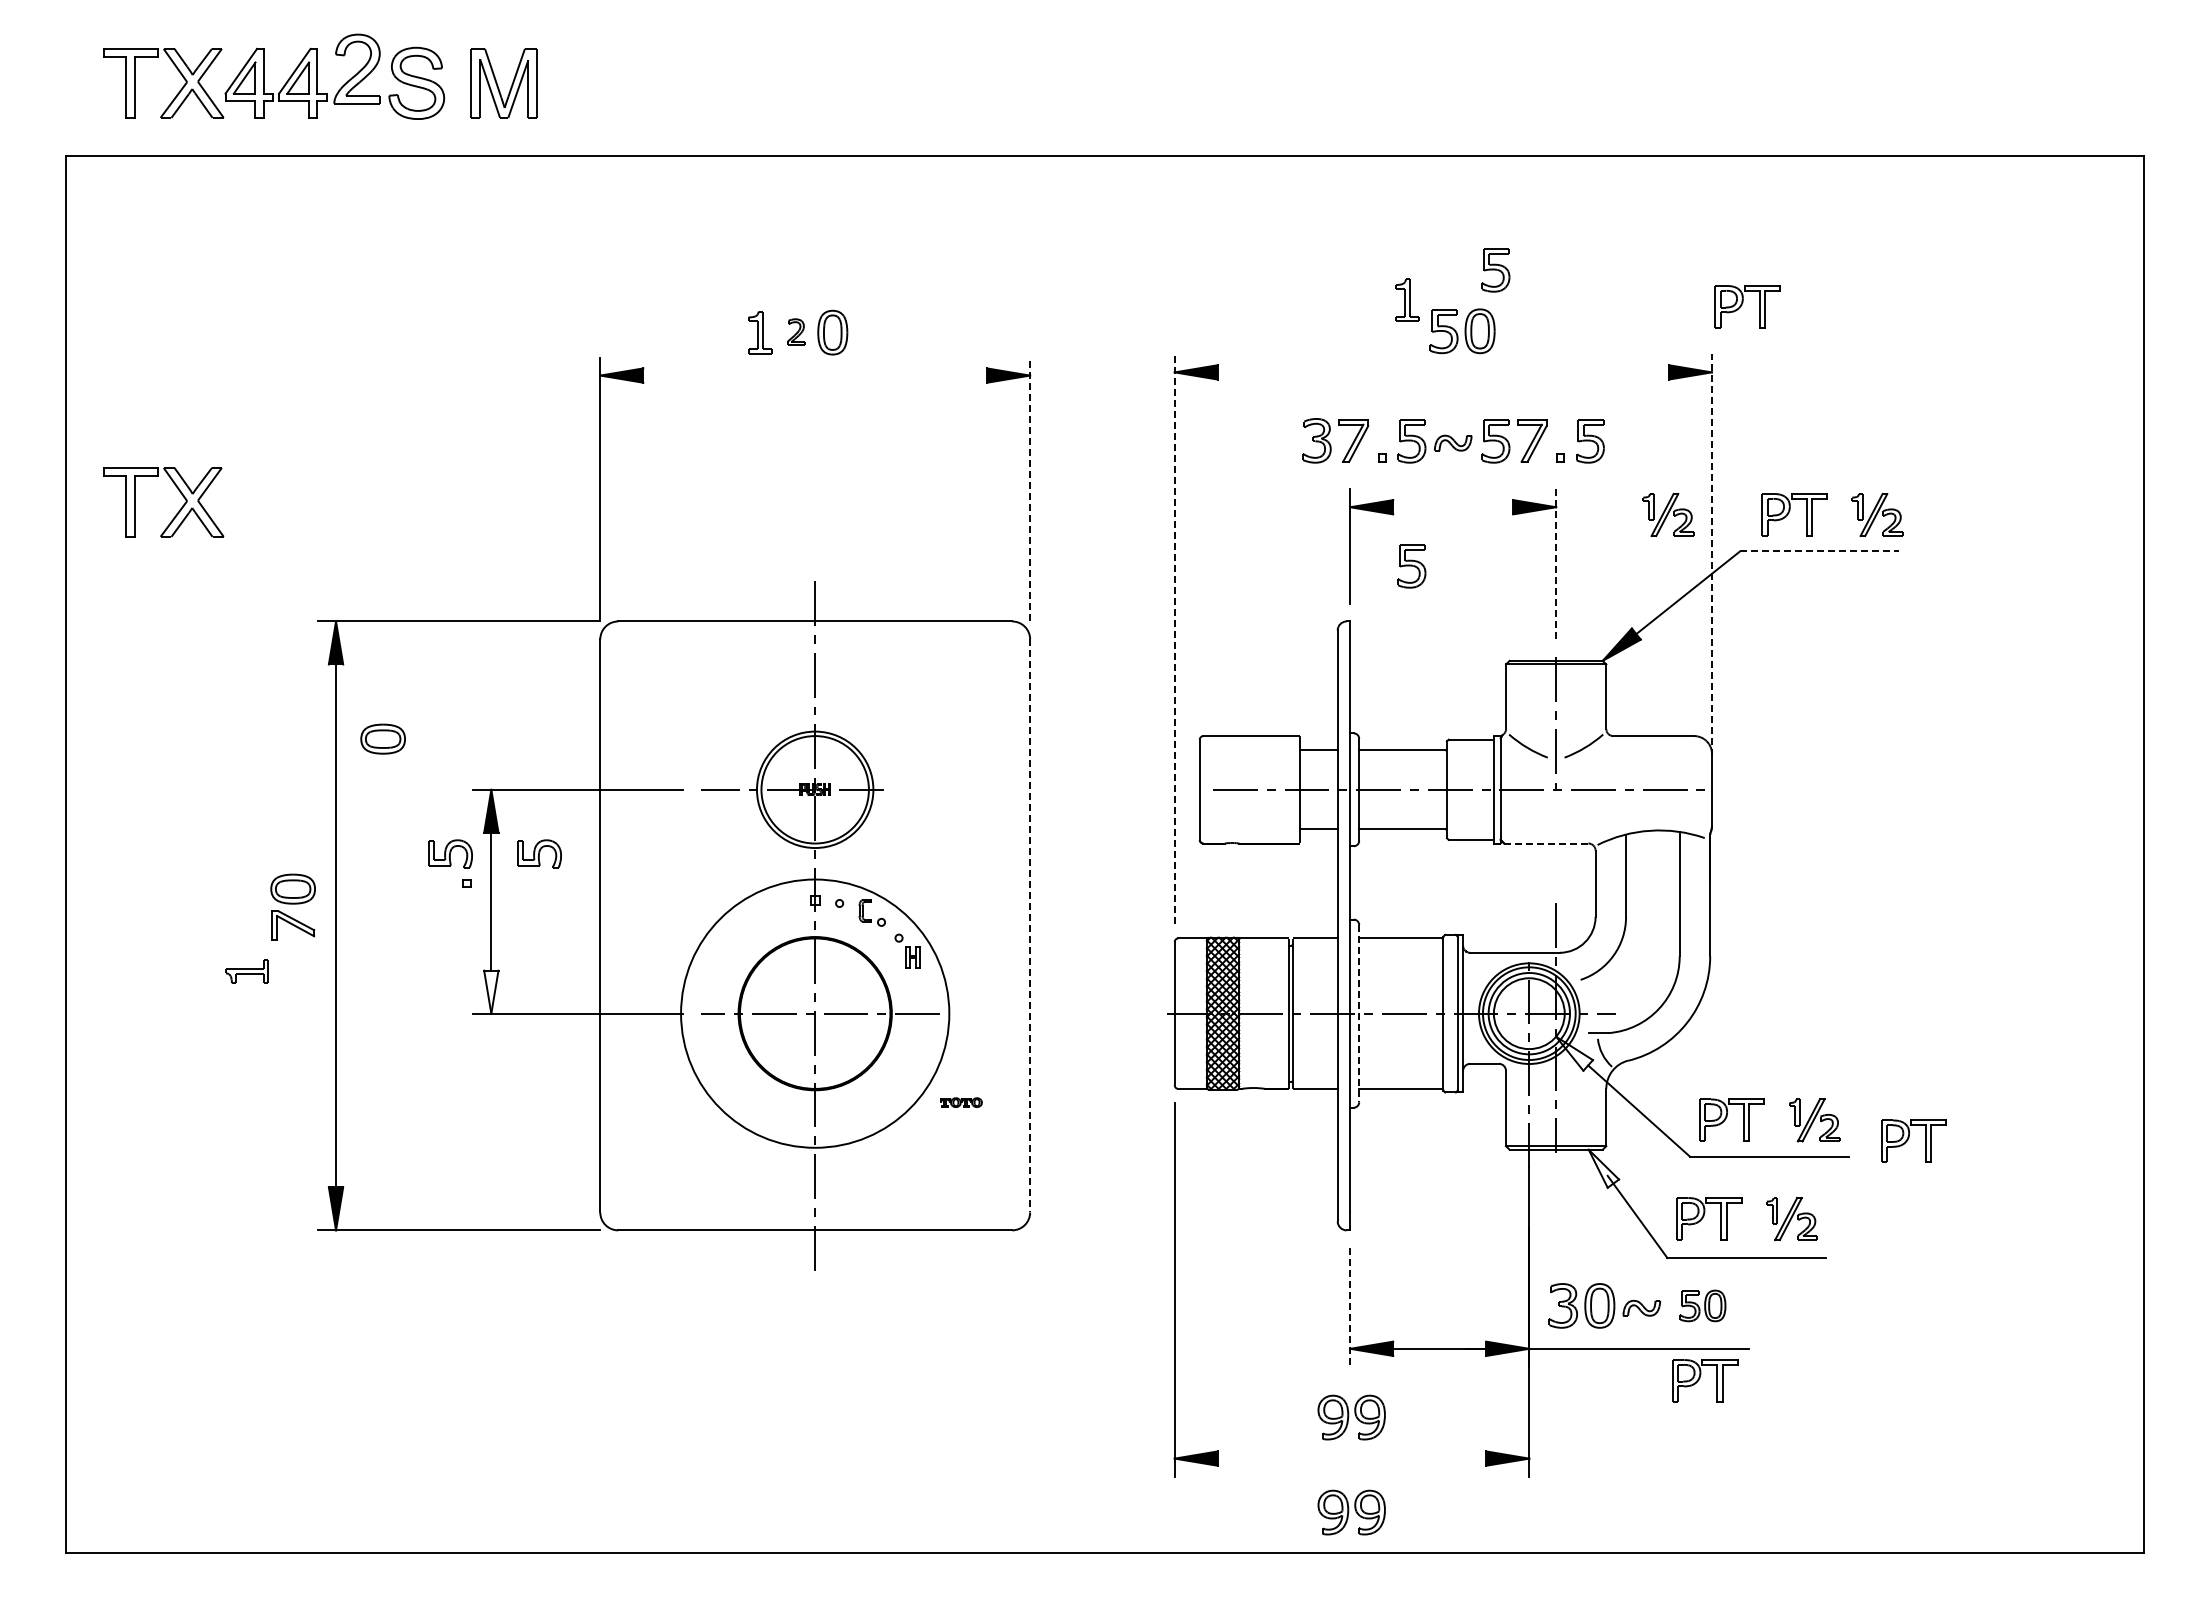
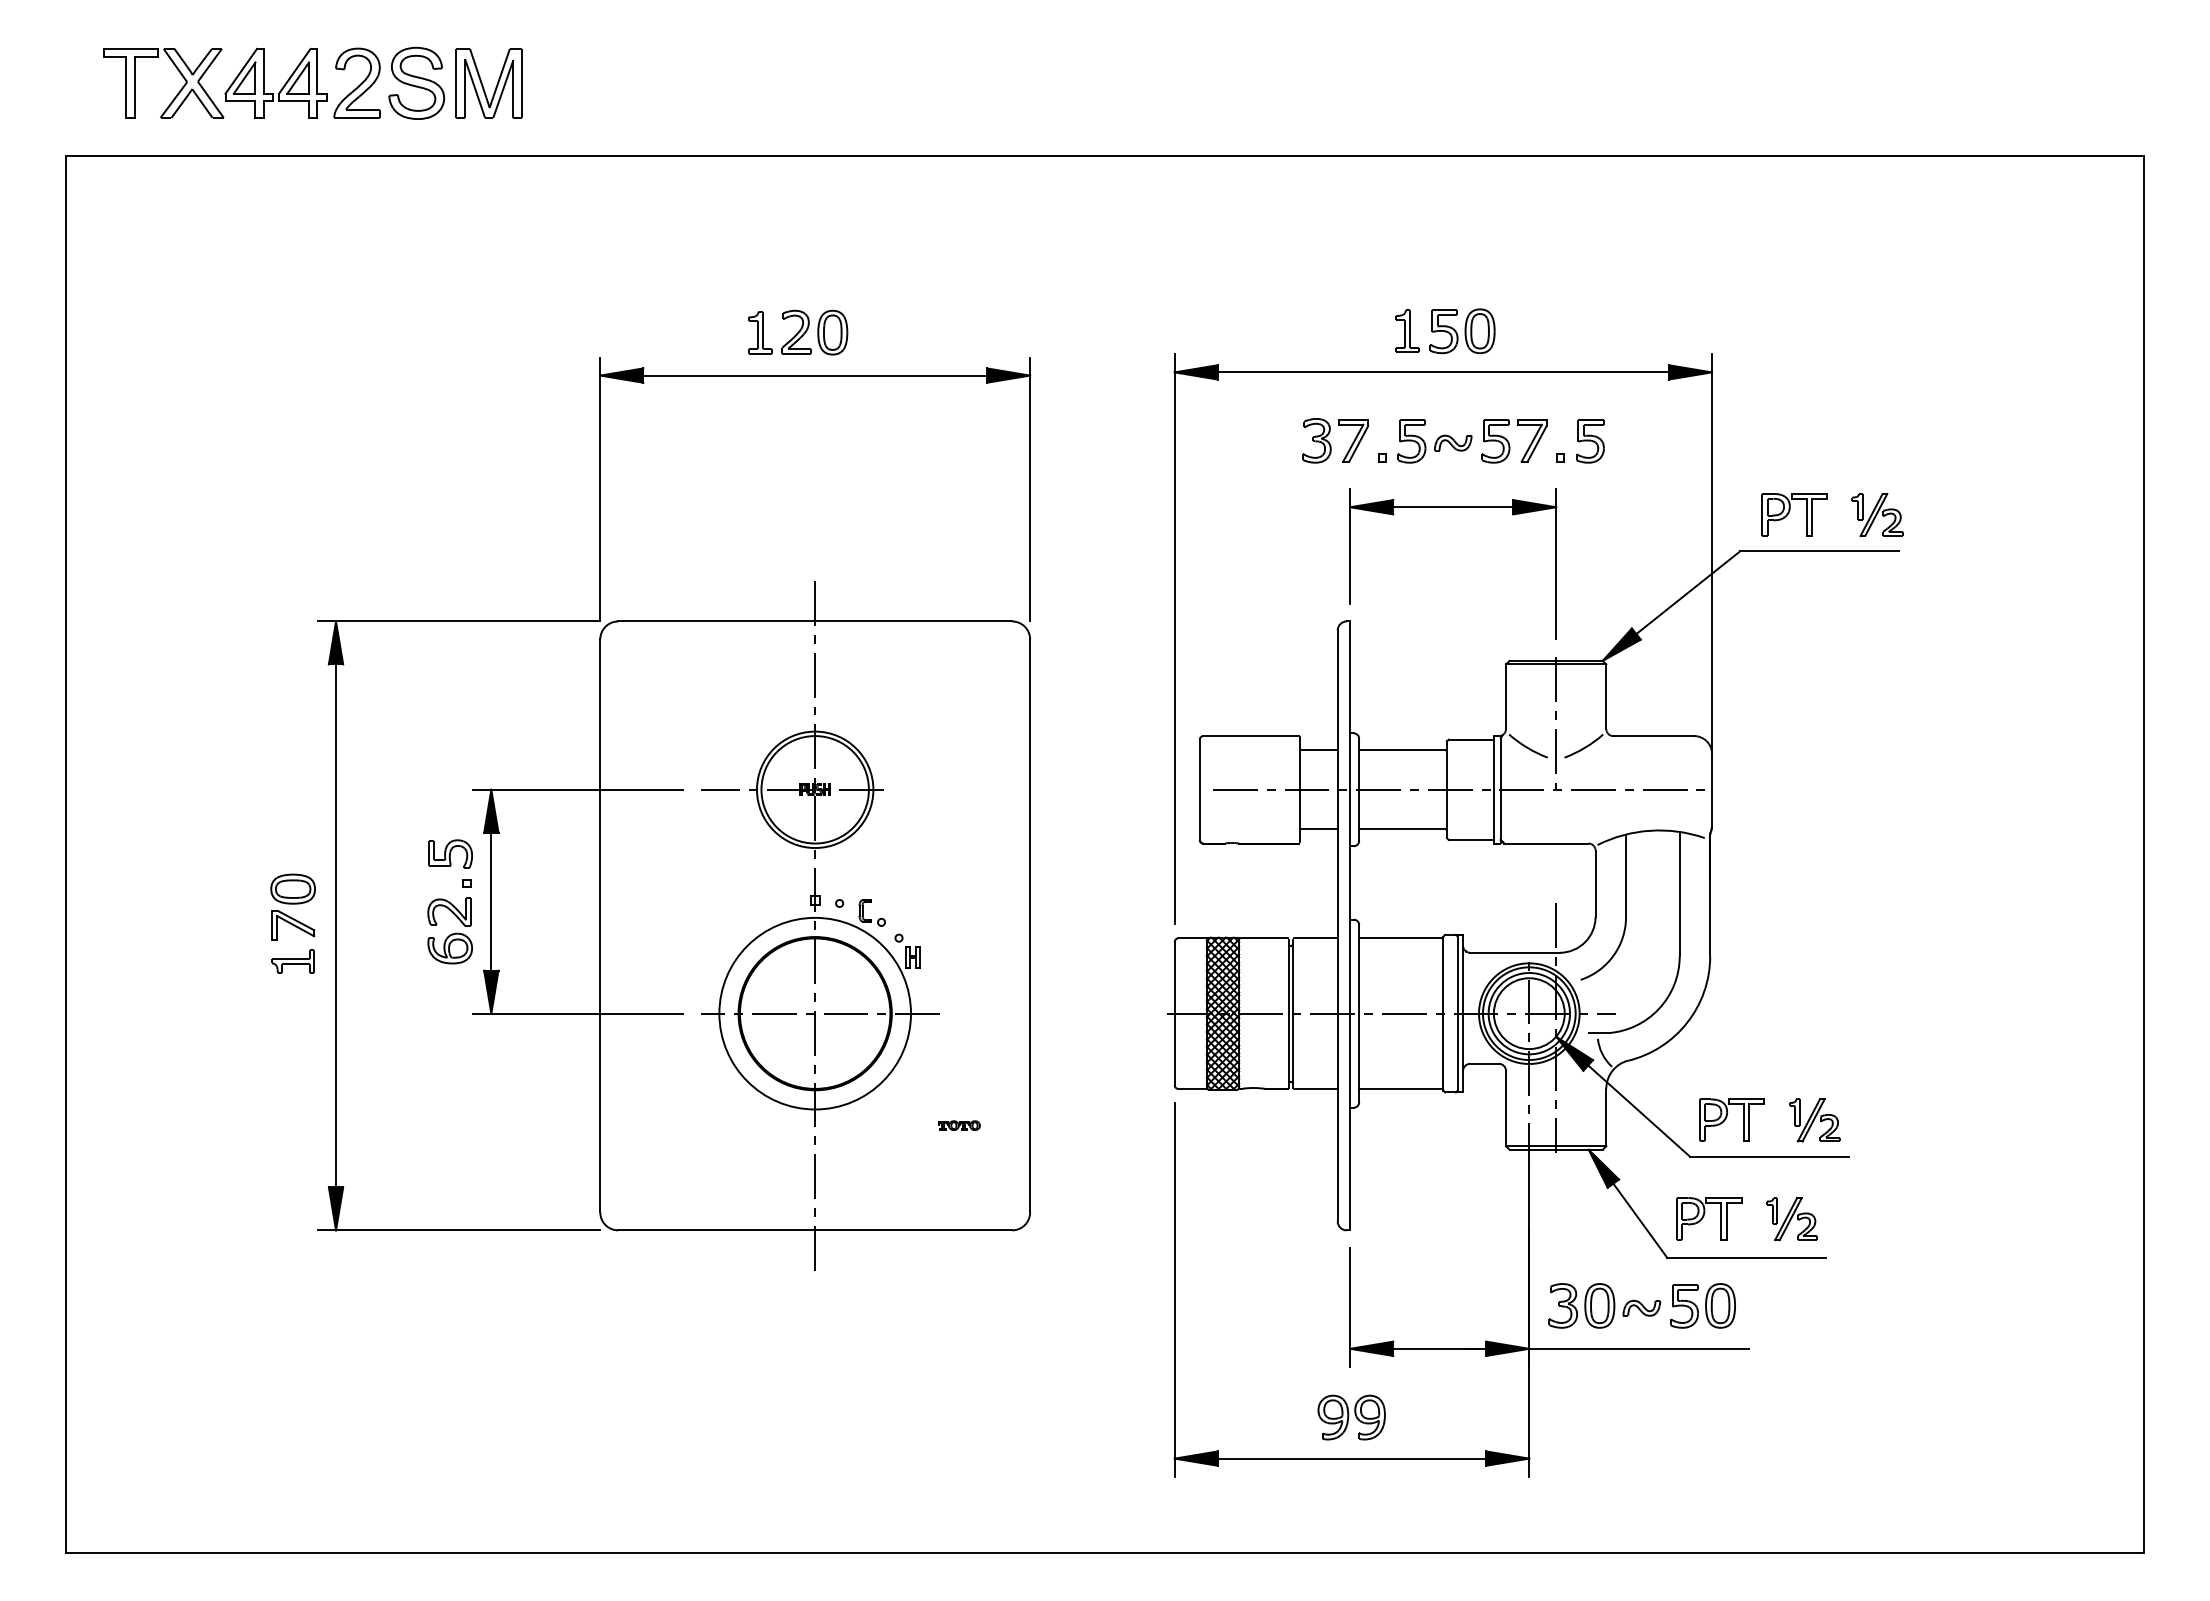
part at (356, 68) position: (356, 68) -> (356, 82)
part at (503, 83) position: (503, 83) -> (488, 83)
part at (1495, 270): present -> none
part at (1407, 299) position: (1407, 299) -> (1407, 330)
part at (1747, 306): present -> none
part at (796, 331) size: 19x28 px -> 31x46 px
line at (1443, 372): none -> present
line at (815, 375): none -> present
line at (1030, 489): dashed -> solid
line at (1453, 507): none -> present
part at (176, 513): present -> none
part at (1668, 514): present -> none
line at (1819, 551): dashed -> solid
line at (1711, 555): dashed -> solid
line at (1556, 563): dashed -> solid
part at (1411, 566): present -> none
line at (1174, 639): dashed -> solid
part at (382, 738): present -> none
line at (1546, 843): dashed -> solid
part at (539, 853): present -> none
line at (1030, 925): dashed -> solid
part at (449, 930): none -> present
part at (246, 971) position: (246, 971) -> (292, 961)
fill at (491, 991): none -> present
circle at (815, 1013) diameter: 268 px -> 192 px
line at (1359, 1013): dashed -> solid
fill at (1574, 1053): none -> present
part at (961, 1102) position: (961, 1102) -> (959, 1125)
part at (1913, 1140): present -> none
fill at (1603, 1168): none -> present
part at (1702, 1305) size: 48x34 px -> 66x46 px
line at (1350, 1308): dashed -> solid
part at (1705, 1380): present -> none
line at (1351, 1458): none -> present
part at (1351, 1512): present -> none
